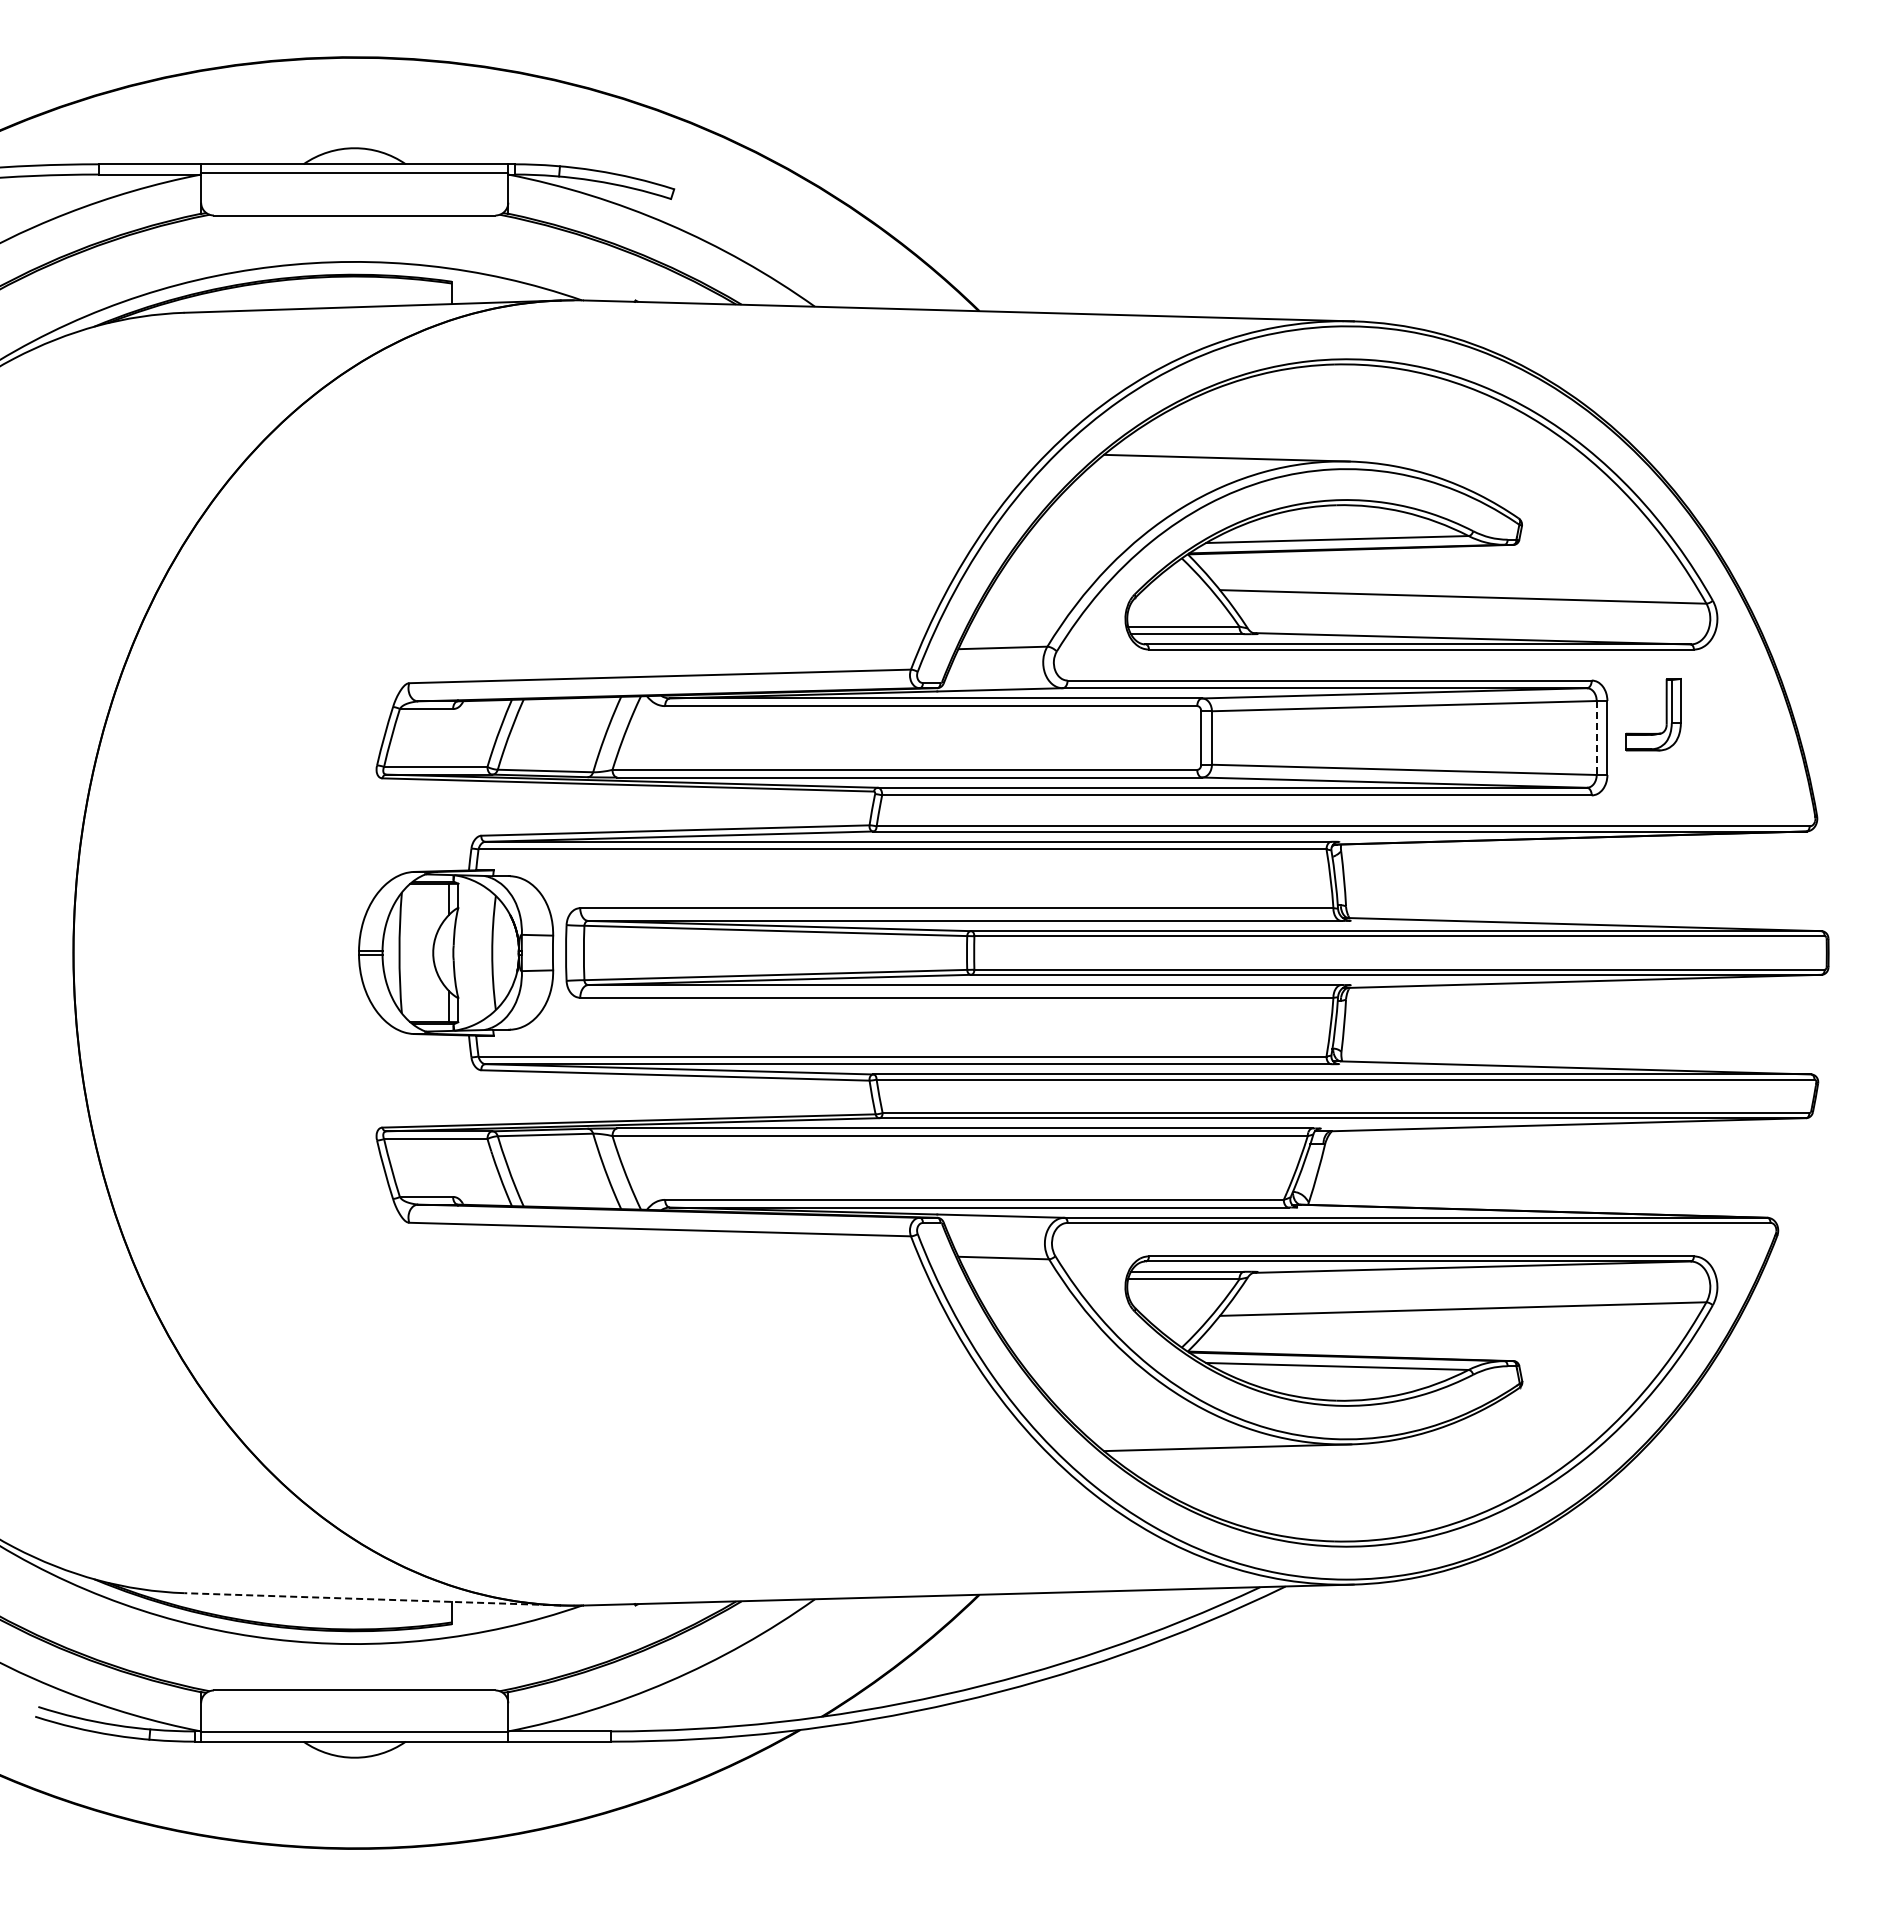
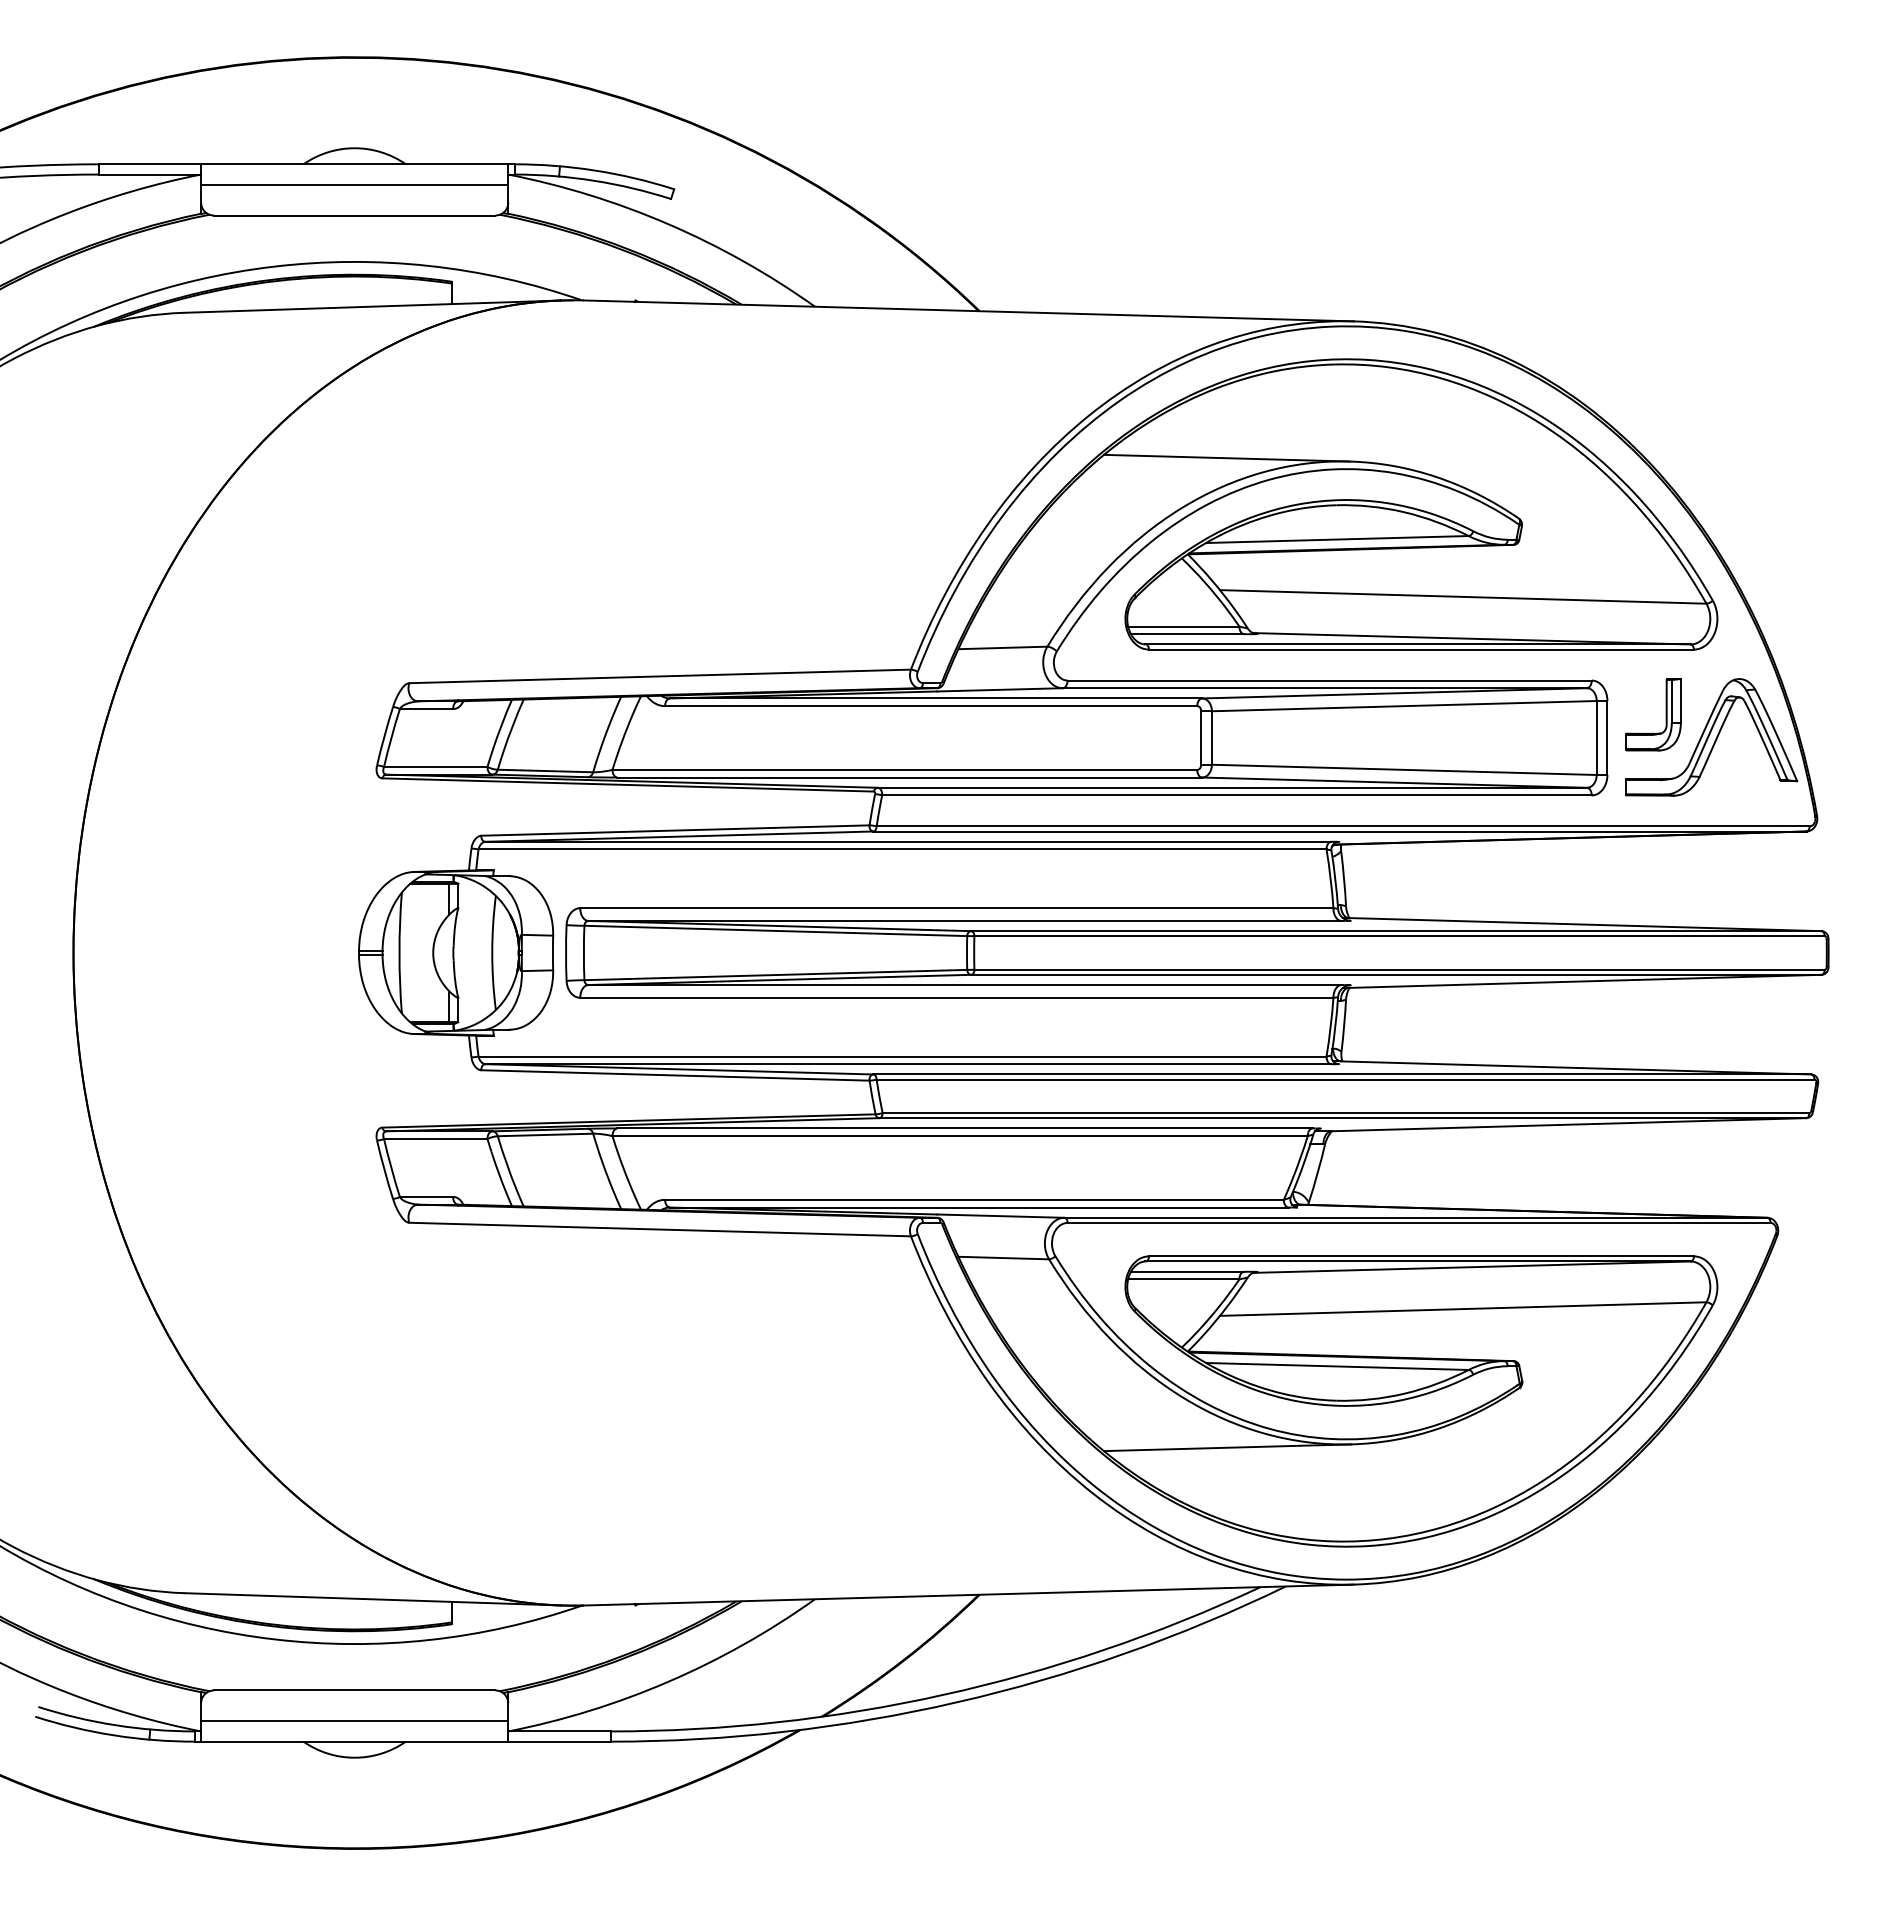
line at (354, 172) position: (354, 172) -> (354, 184)
part at (1711, 737): none -> present
line at (1596, 738): dashed -> solid
line at (372, 1599): dashed -> solid
line at (354, 1732) position: (354, 1732) -> (354, 1721)
